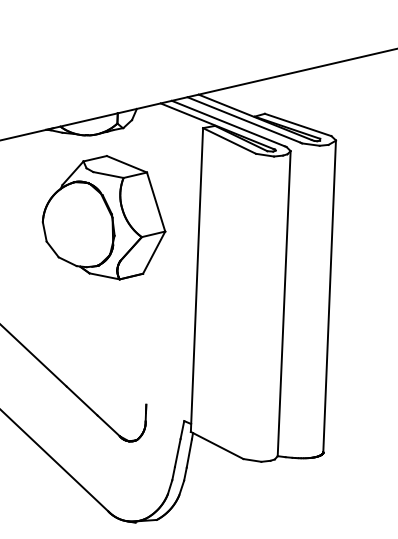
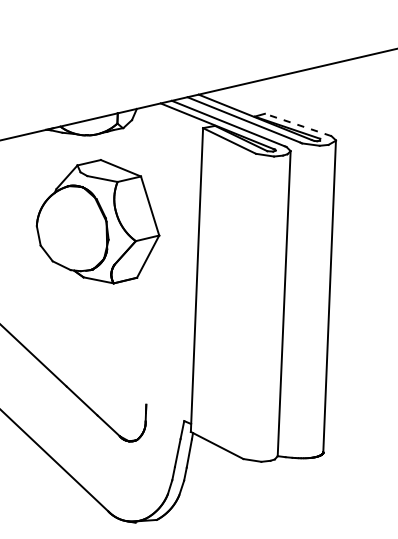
line at (297, 124): solid -> dashed
part at (103, 217) position: (103, 217) -> (97, 221)
